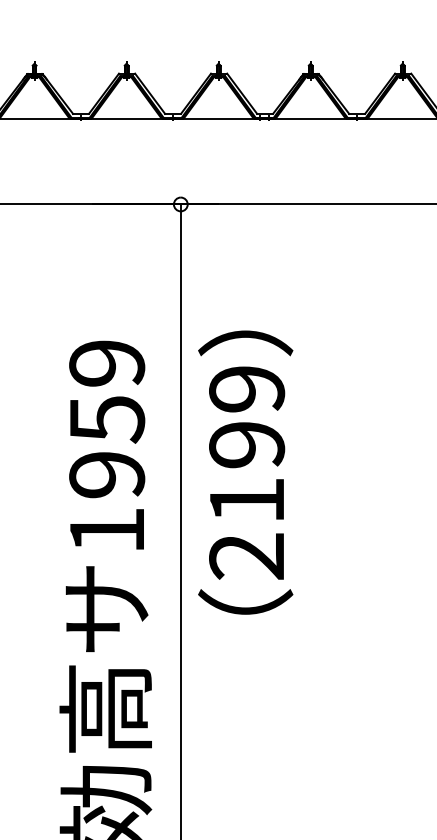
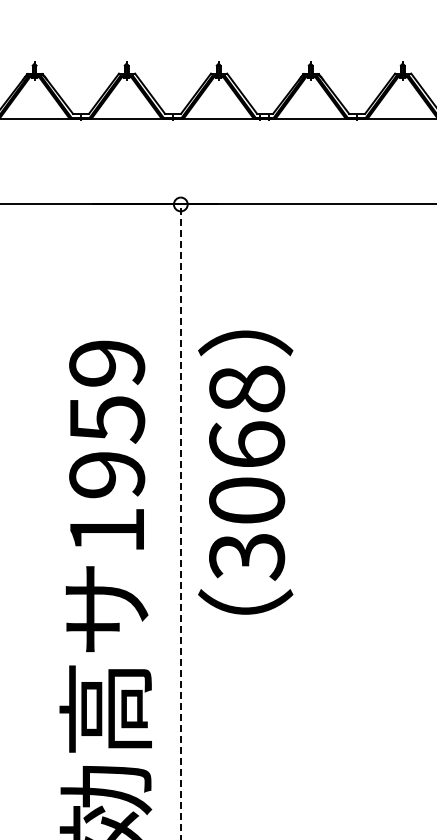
text at (247, 472): 2199 -> 3068
line at (180, 521): solid -> dashed
